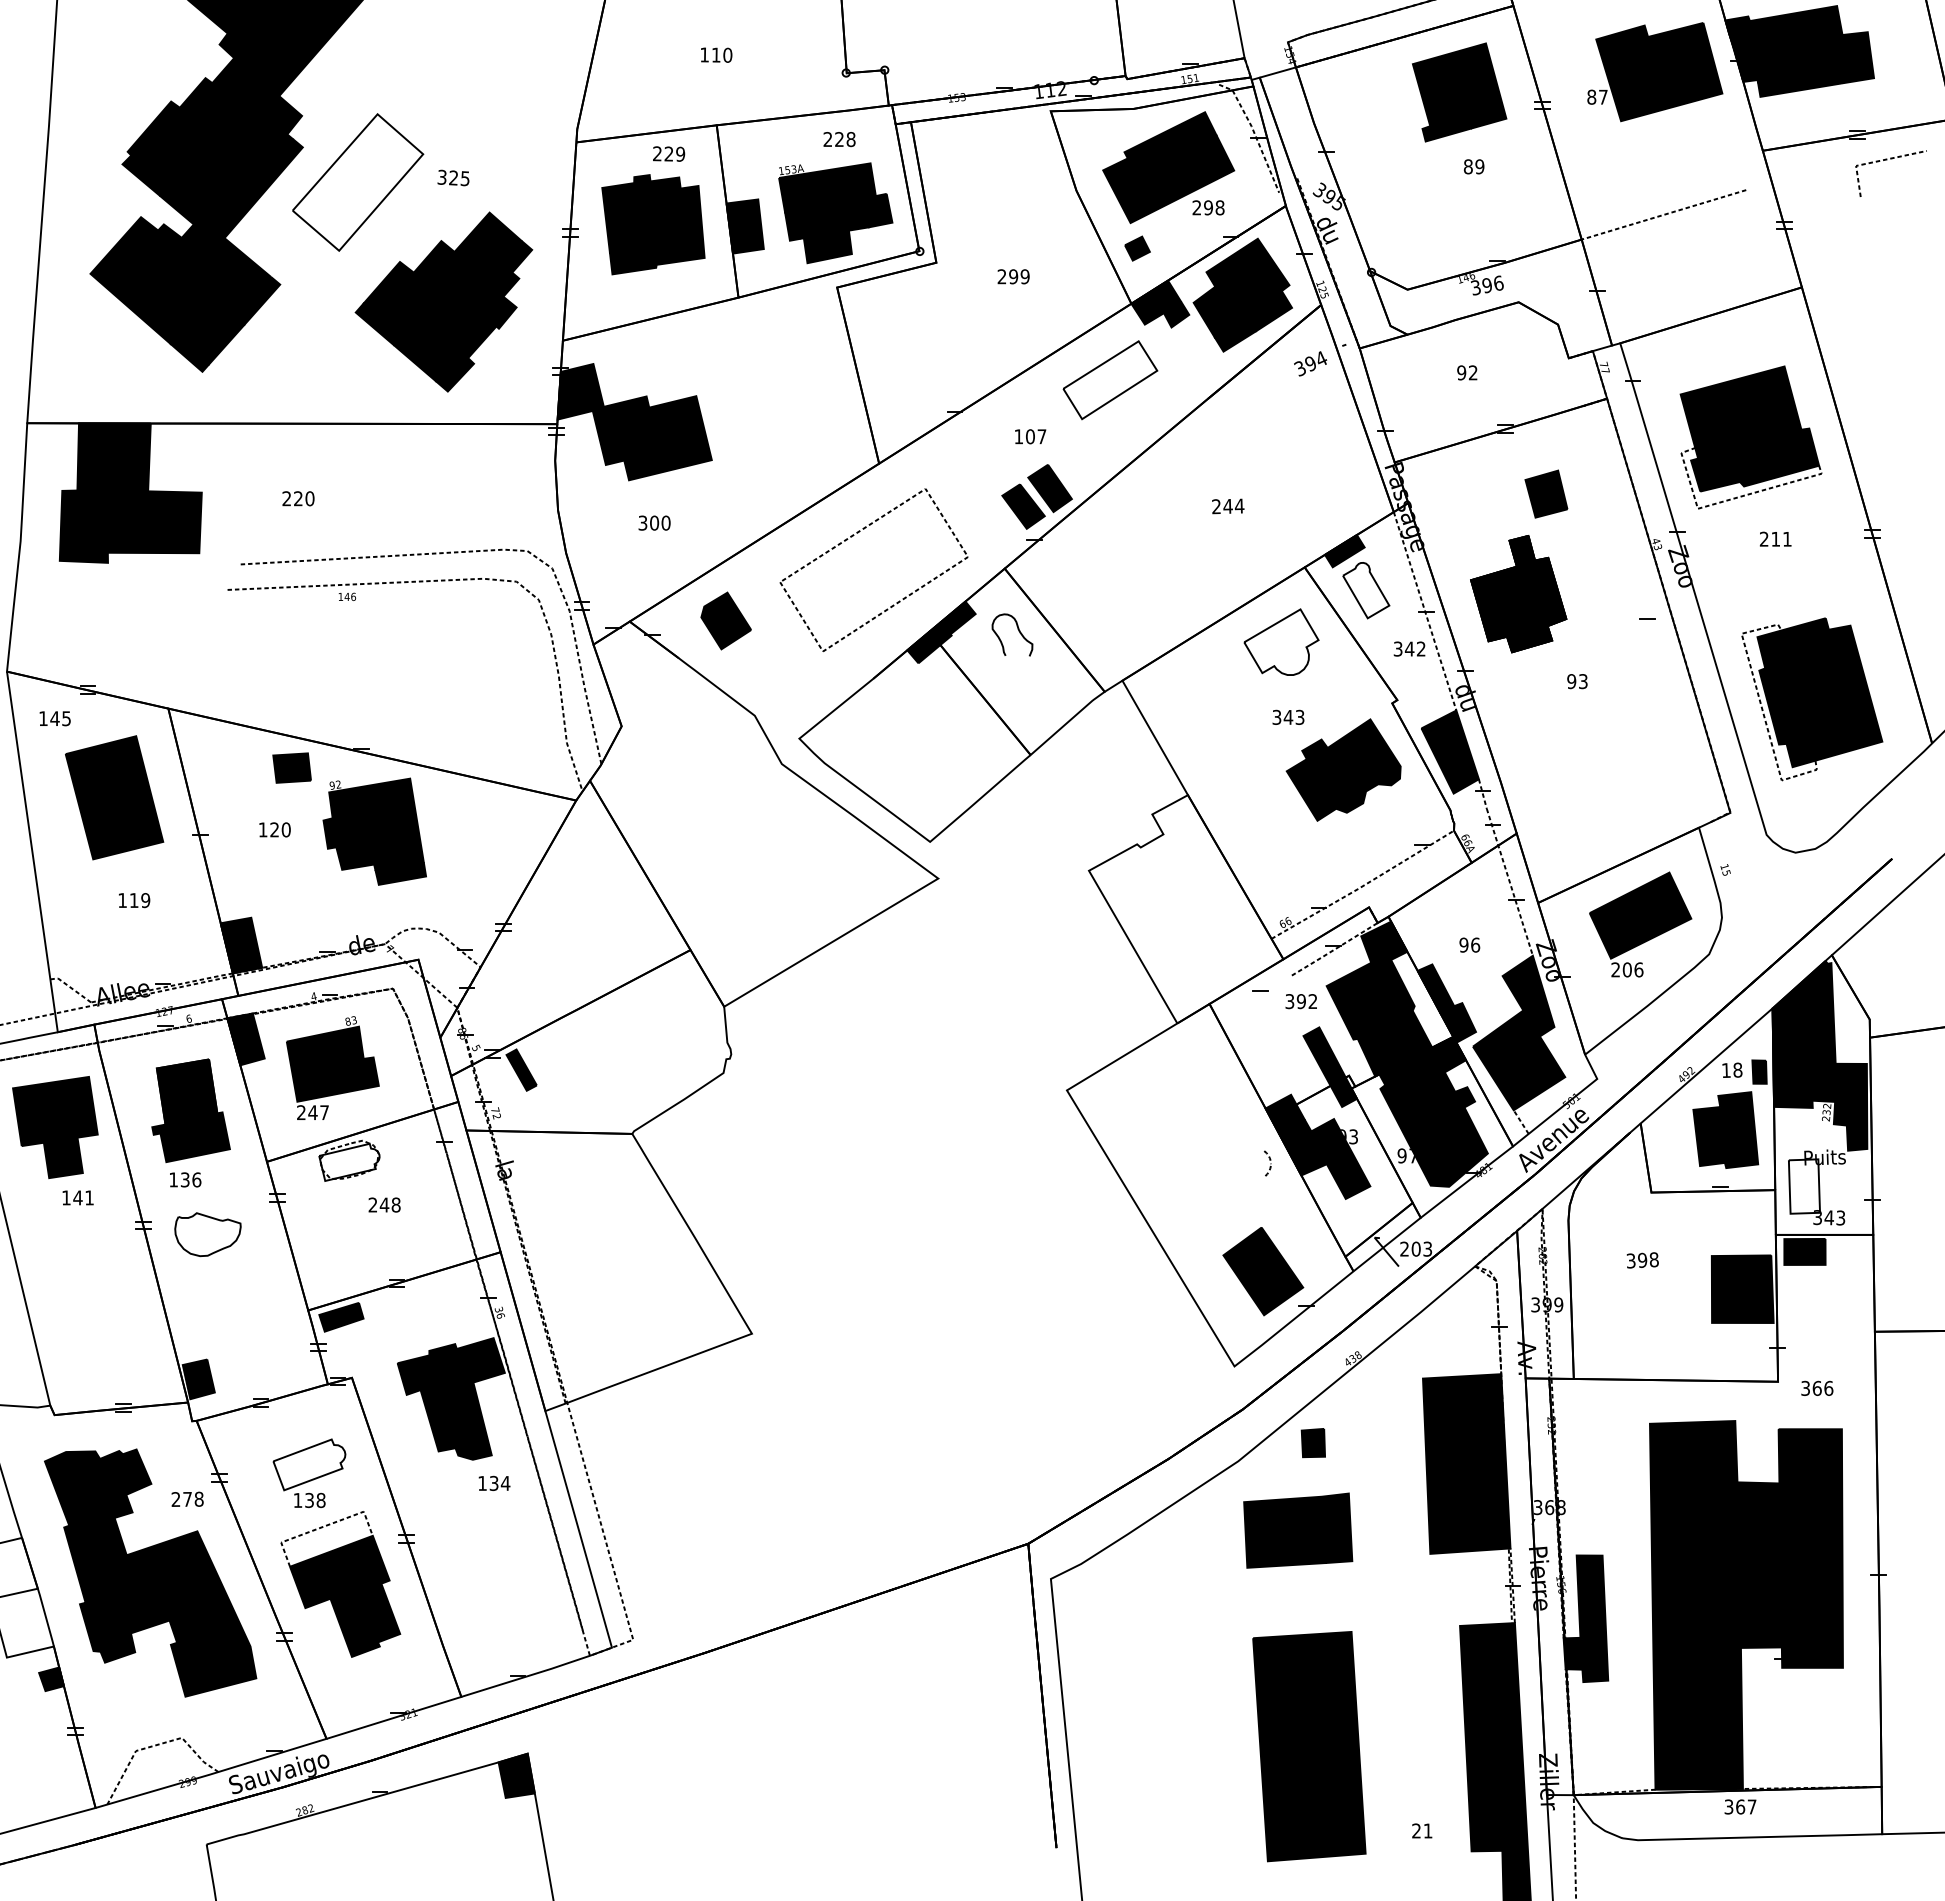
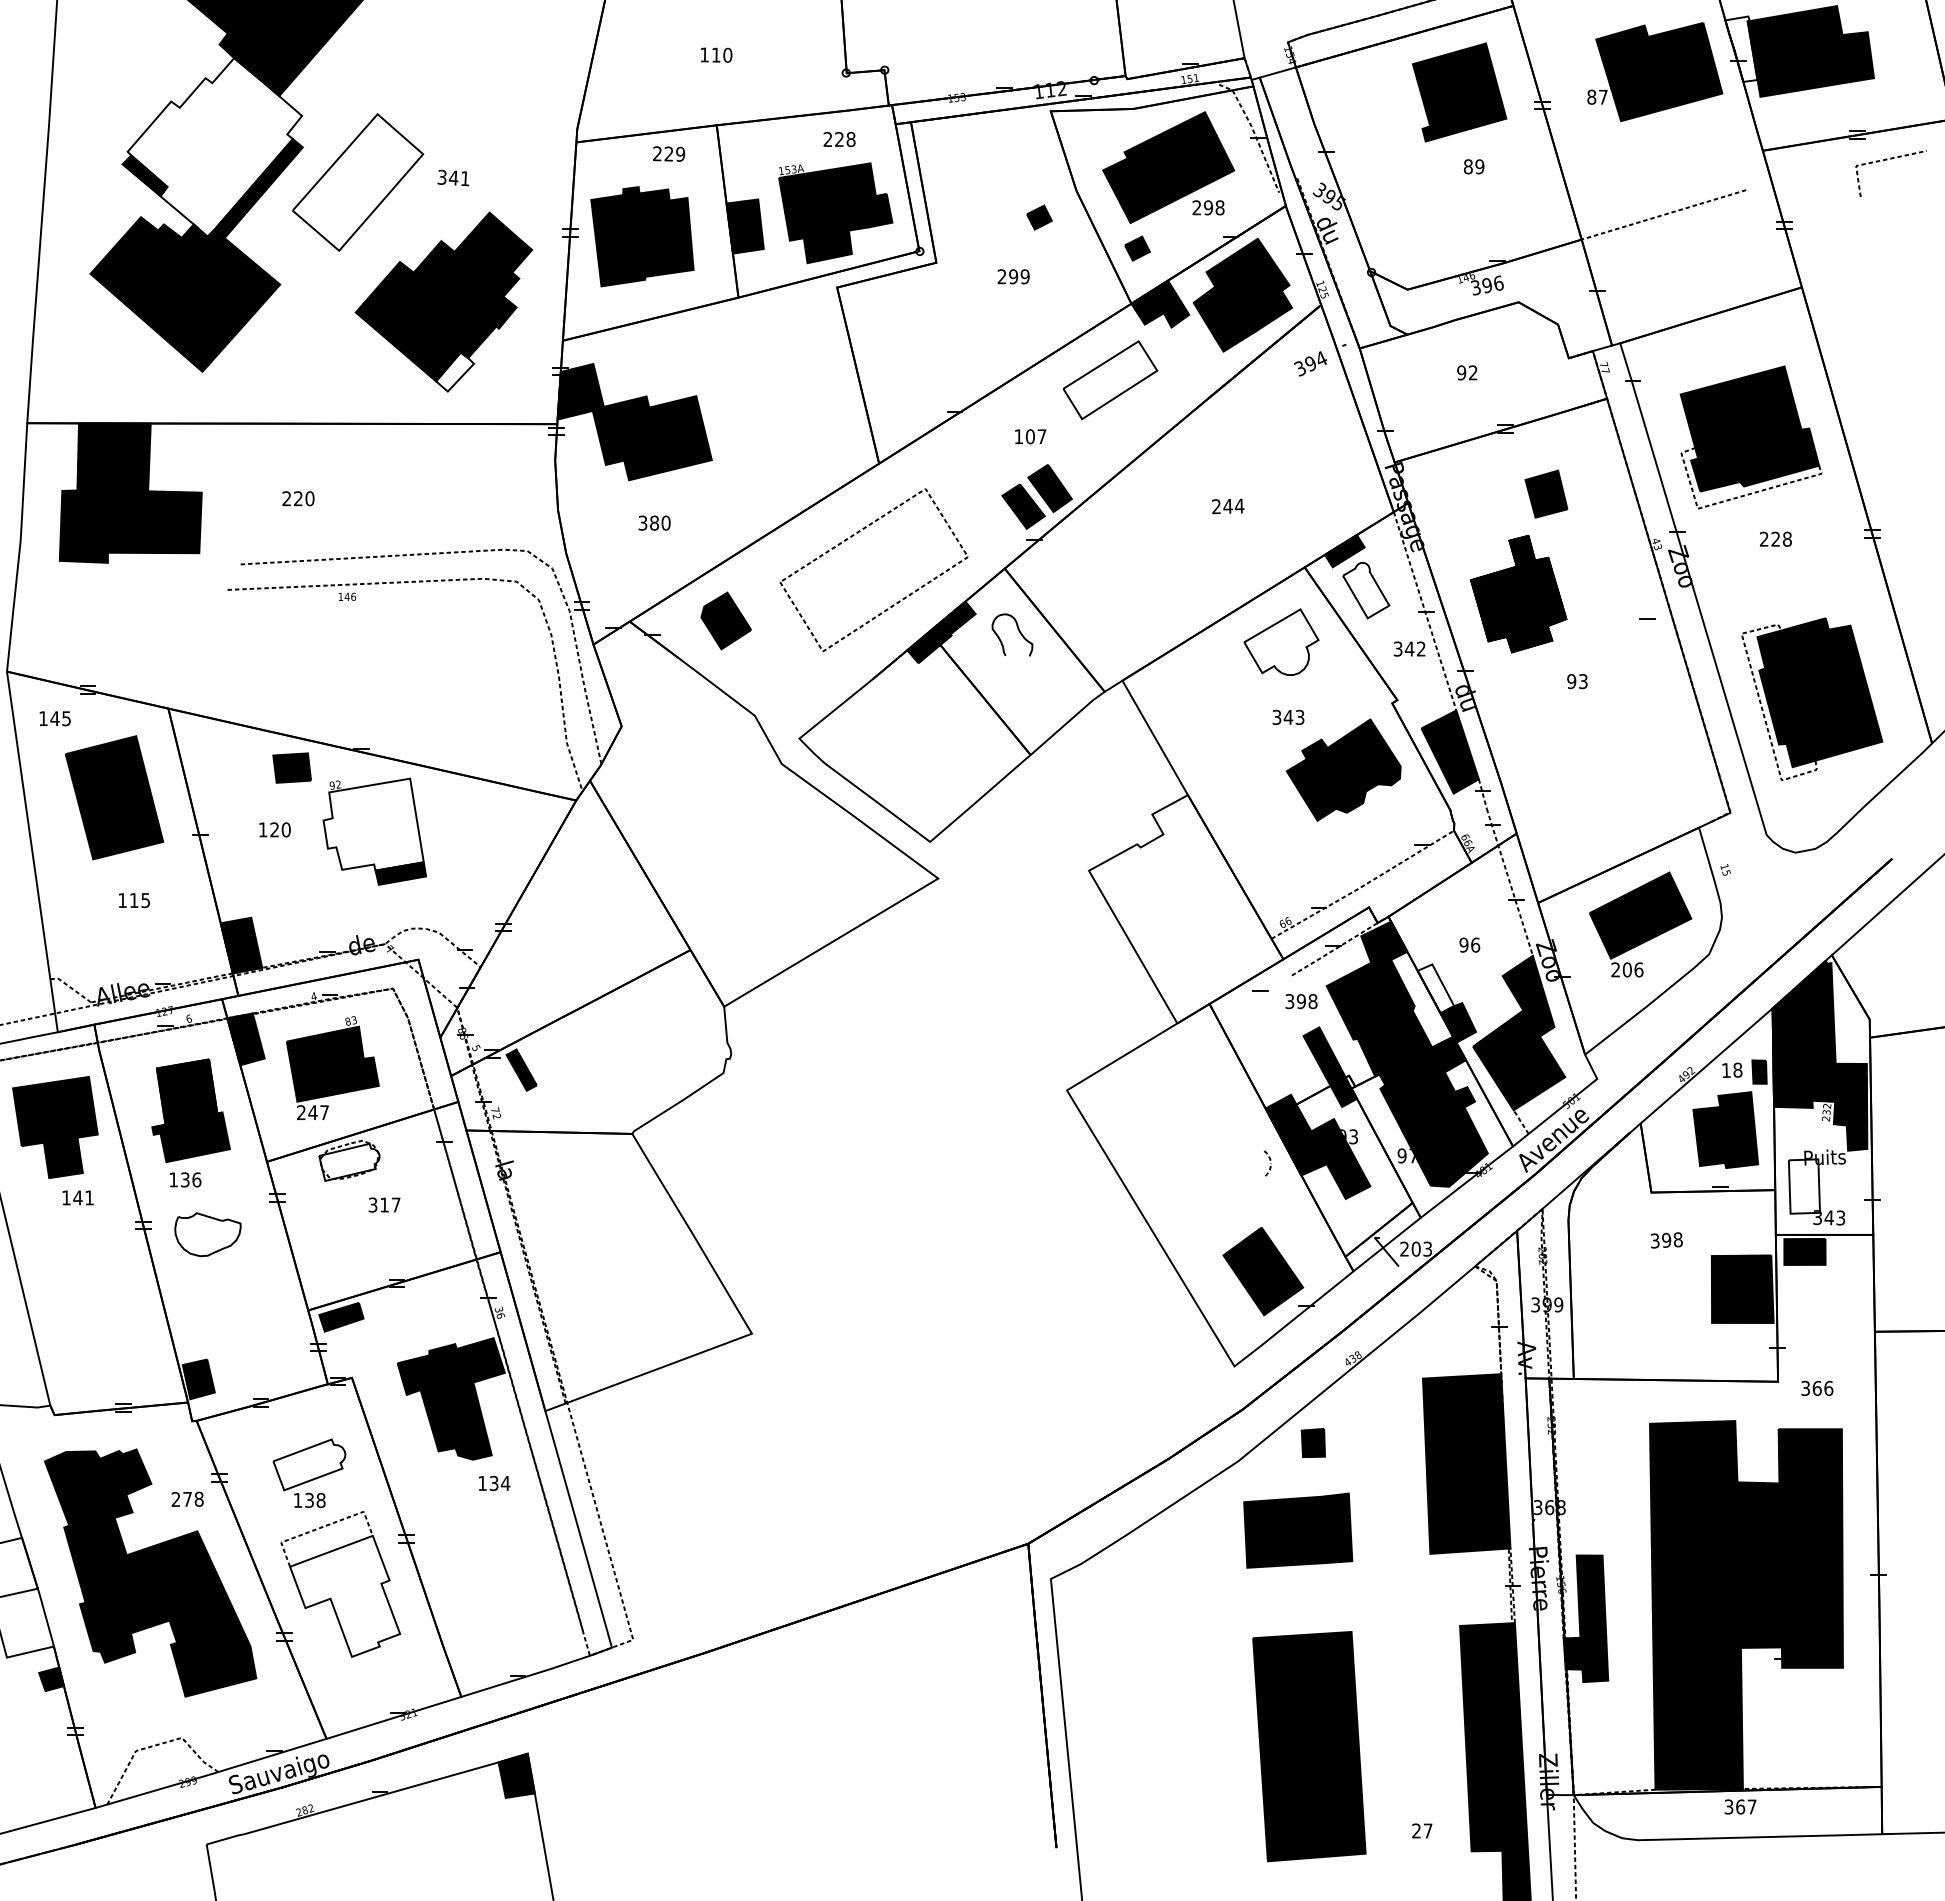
fill at (1741, 48): present -> none
fill at (214, 147): present -> none
text at (458, 178): 325 -> 341
part at (1039, 217): none -> present
part at (653, 224) position: (653, 224) -> (642, 236)
fill at (455, 371): present -> none
text at (654, 523): 300 -> 380
text at (1781, 538): 211 -> 228
fill at (373, 824): present -> none
text at (145, 900): 119 -> 115
fill at (1435, 988): present -> none
text at (1312, 1001): 392 -> 398
text at (384, 1204): 248 -> 317
text at (1642, 1260) position: (1642, 1260) -> (1666, 1240)
fill at (345, 1595): present -> none
text at (1427, 1830): 21 -> 27
